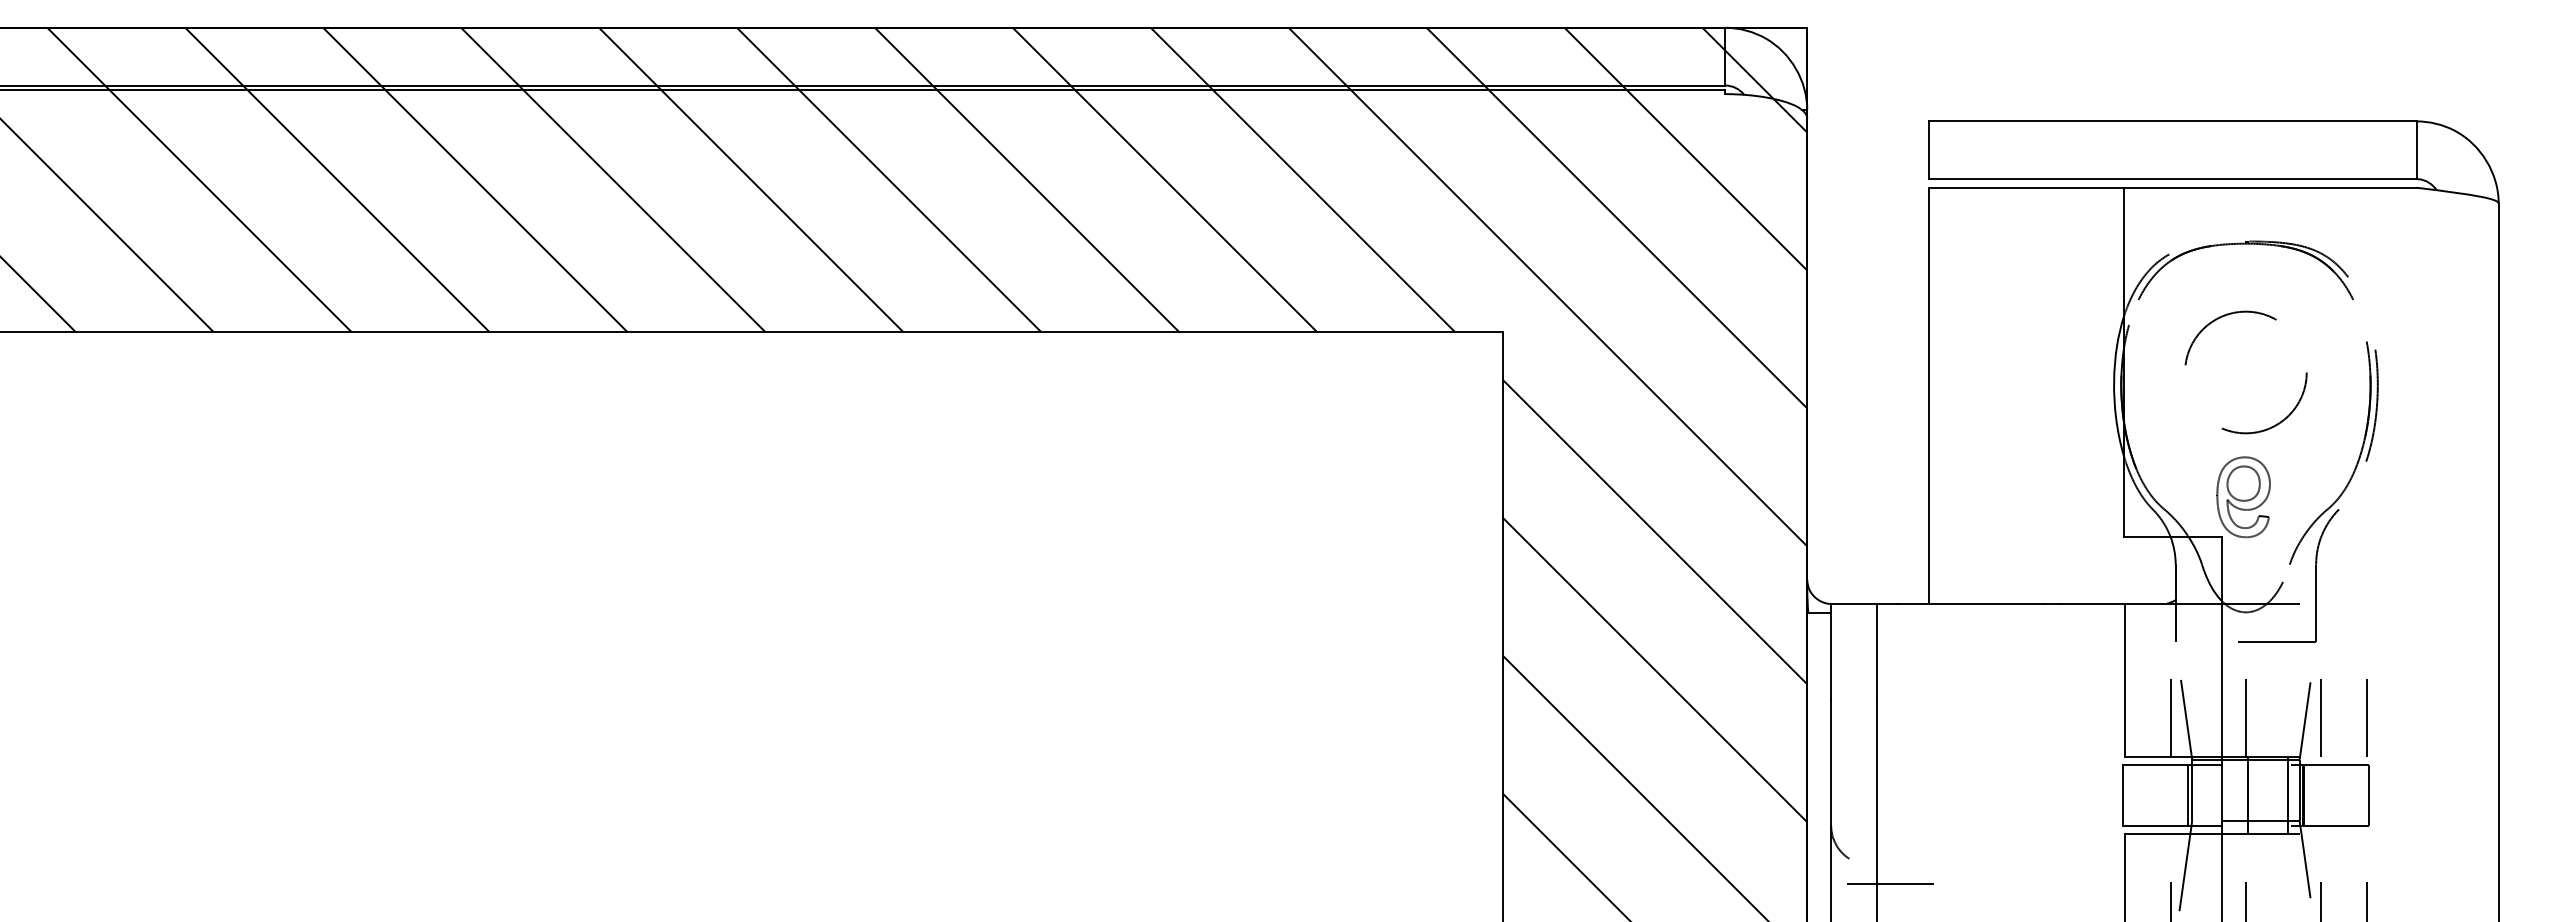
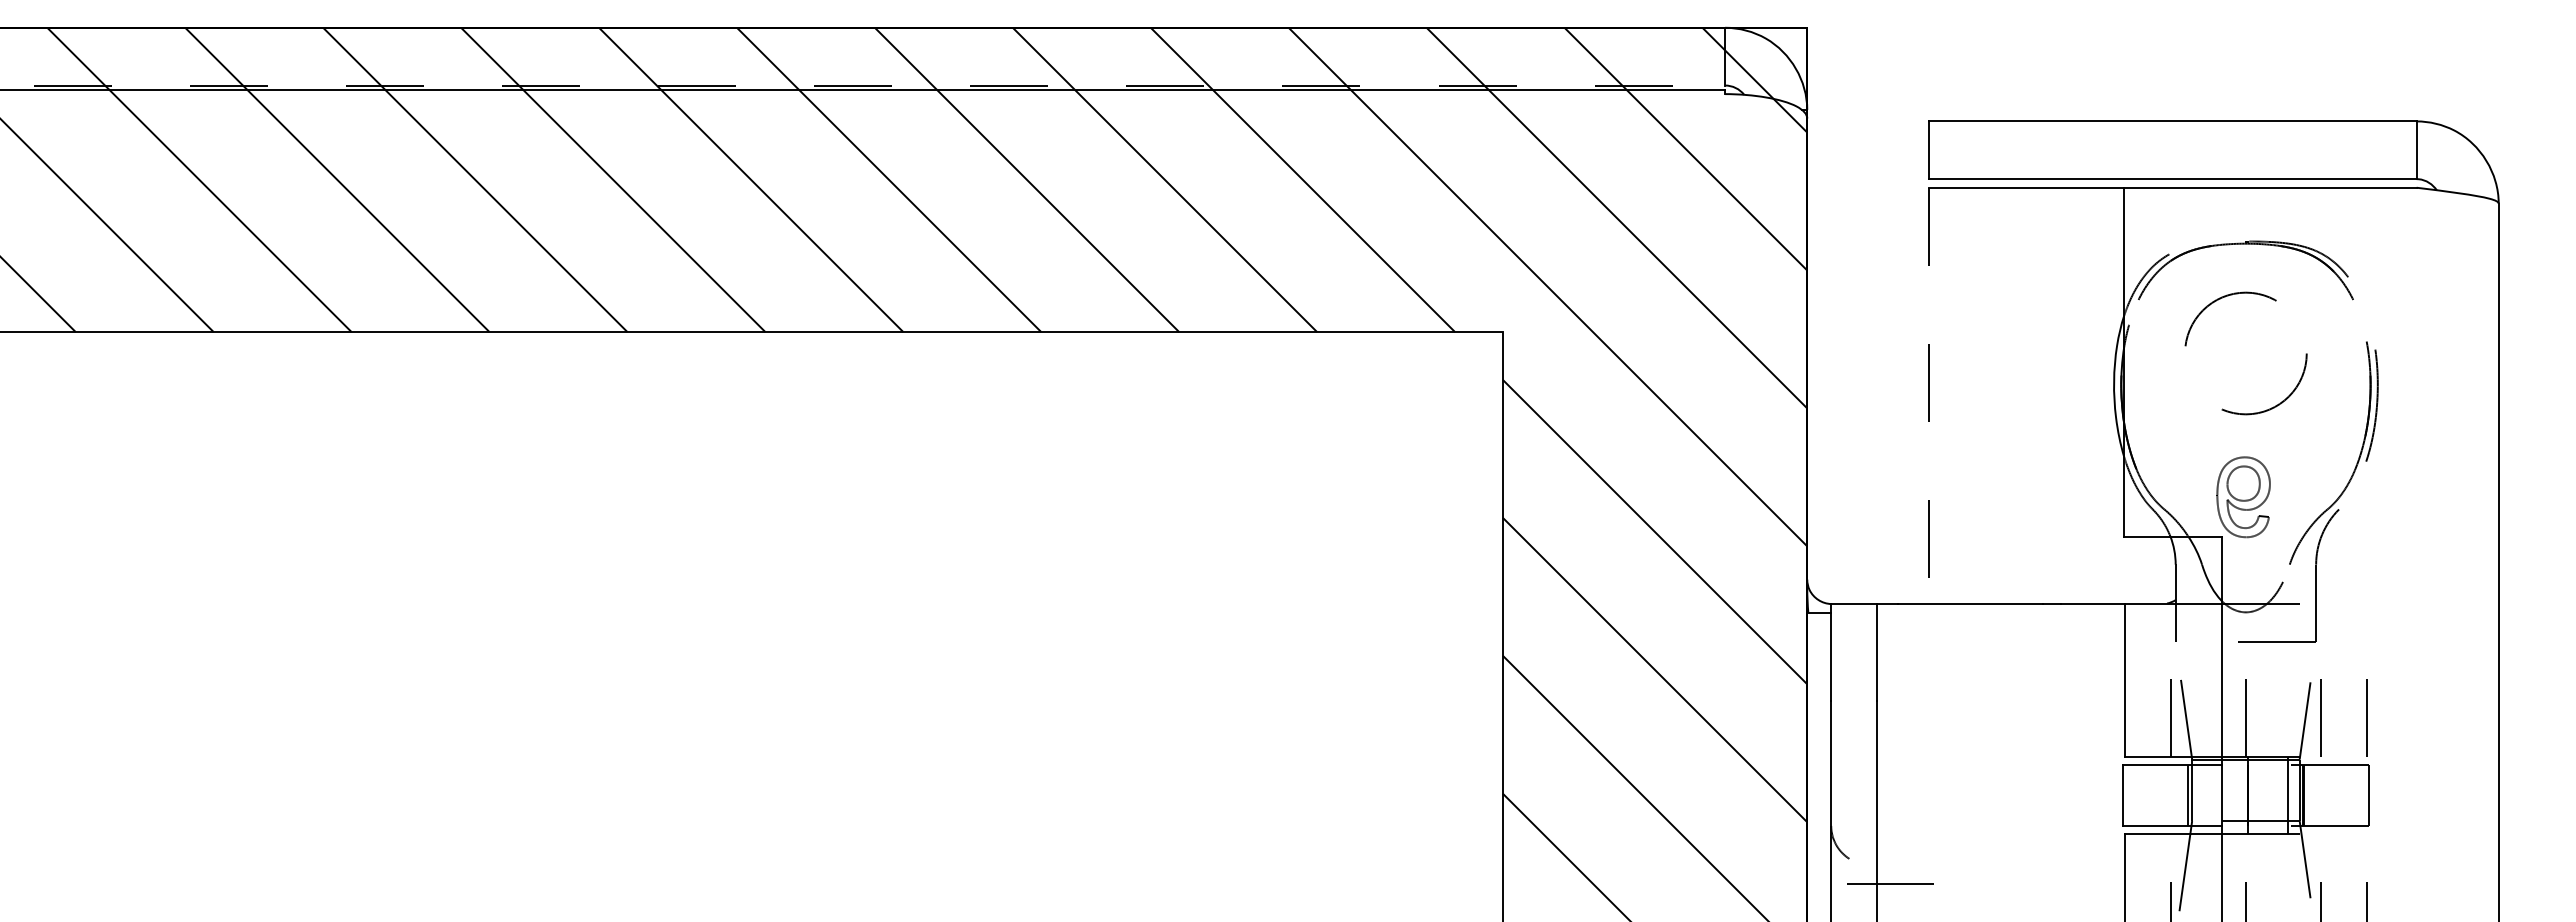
line at (863, 85): solid -> dashed
circle at (2245, 372) position: (2245, 372) -> (2245, 353)
line at (1929, 395): solid -> dashed
